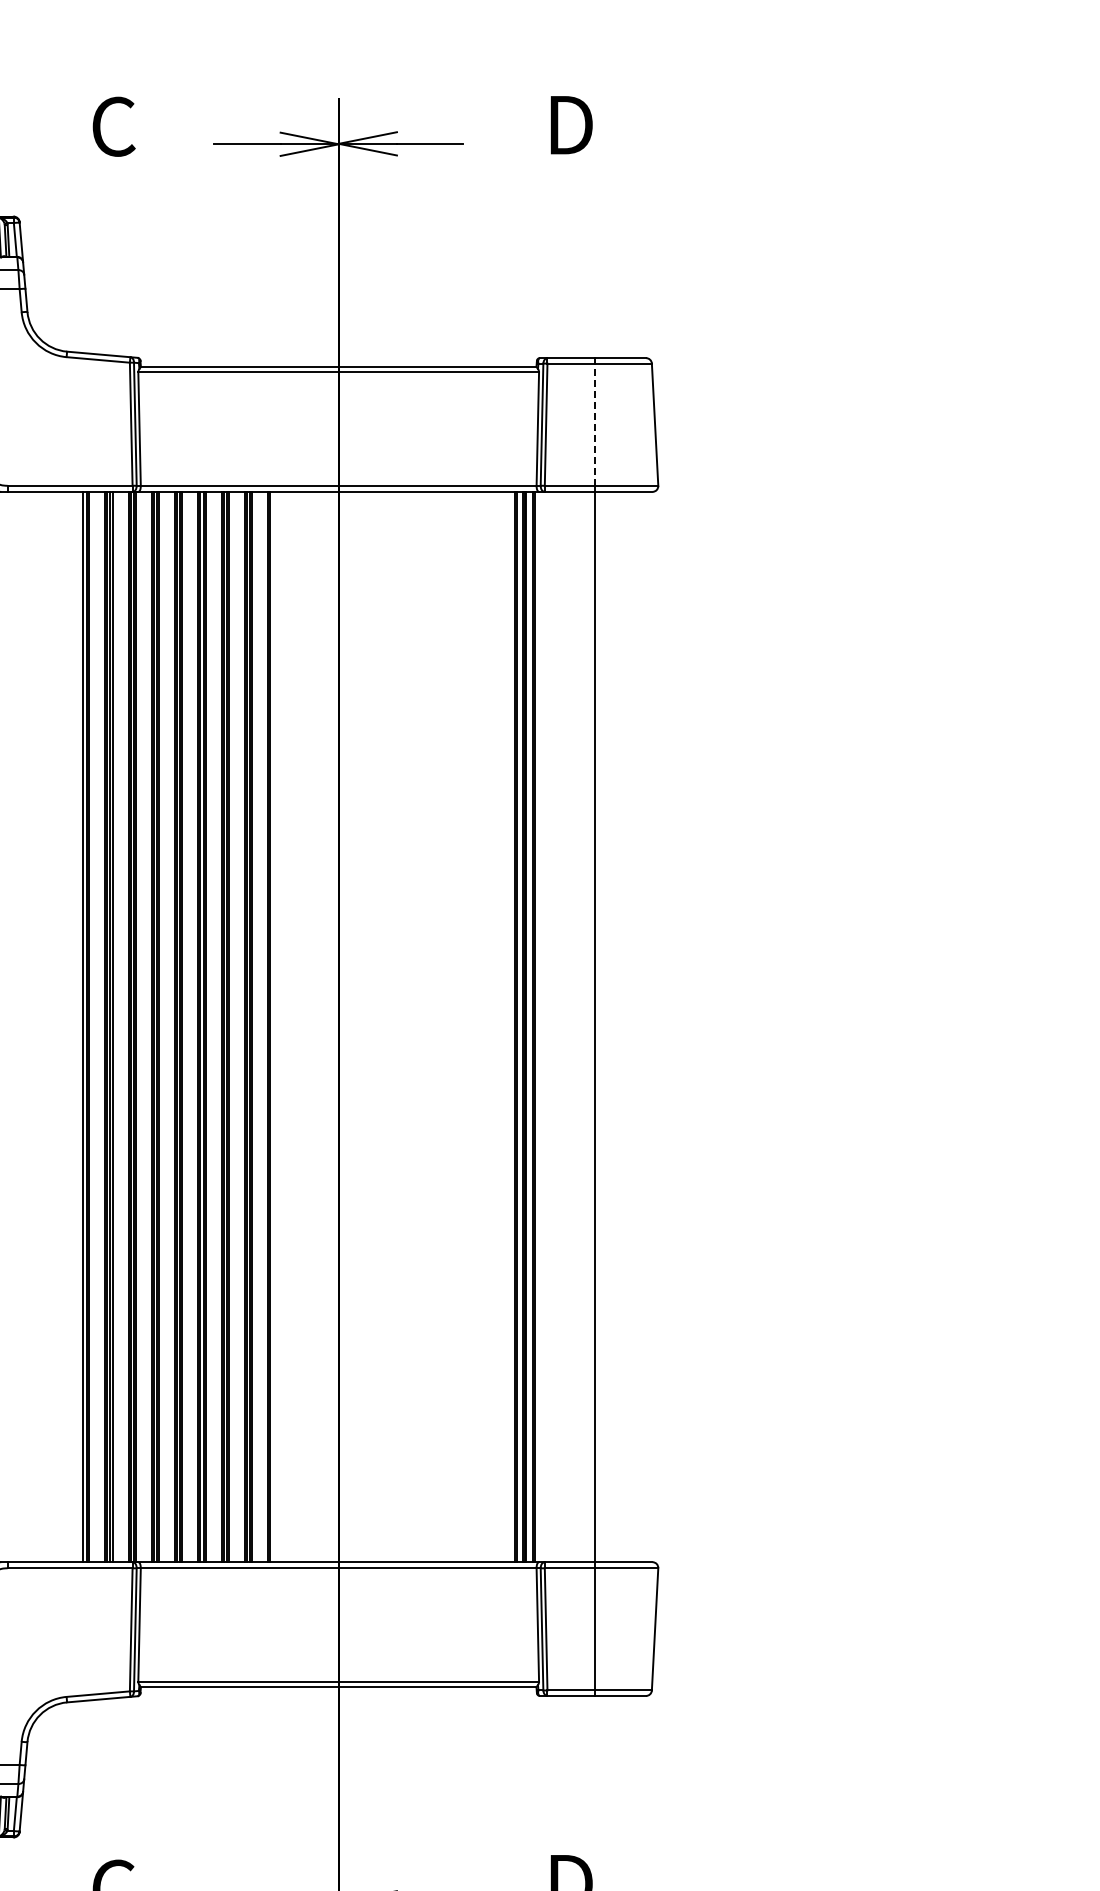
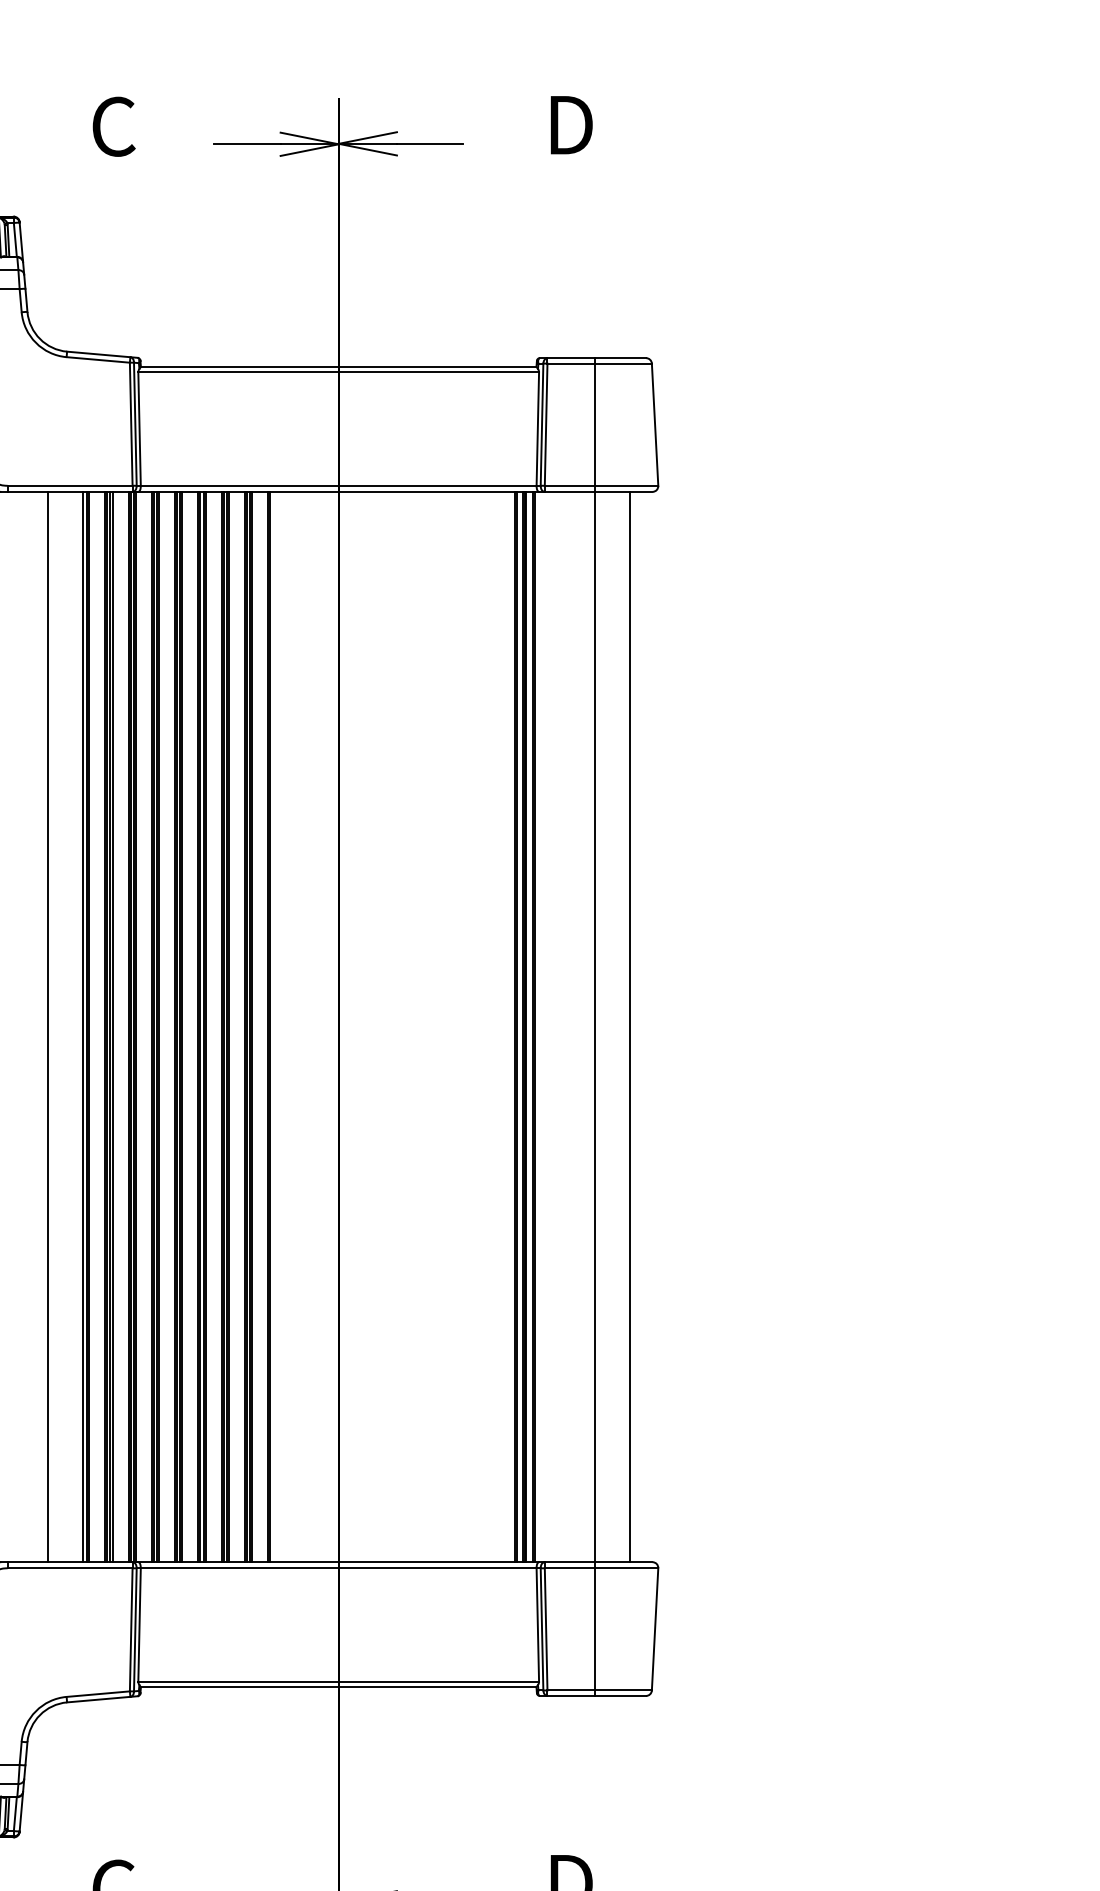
line at (594, 424): dashed -> solid
line at (47, 1026): none -> present
line at (629, 1026): none -> present
